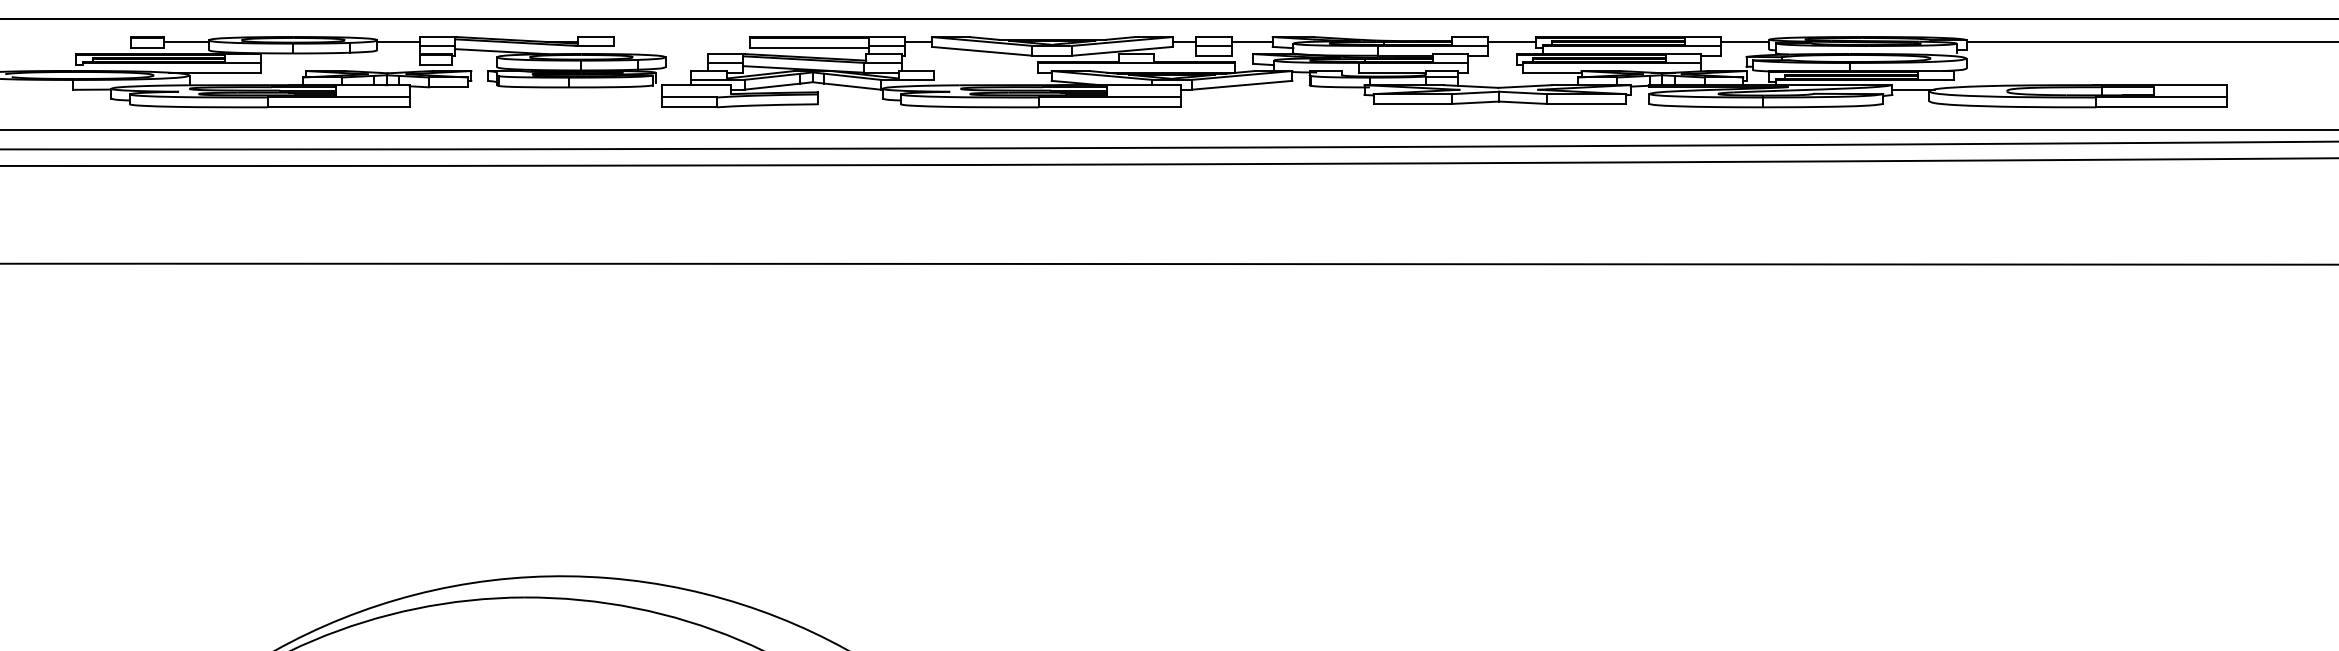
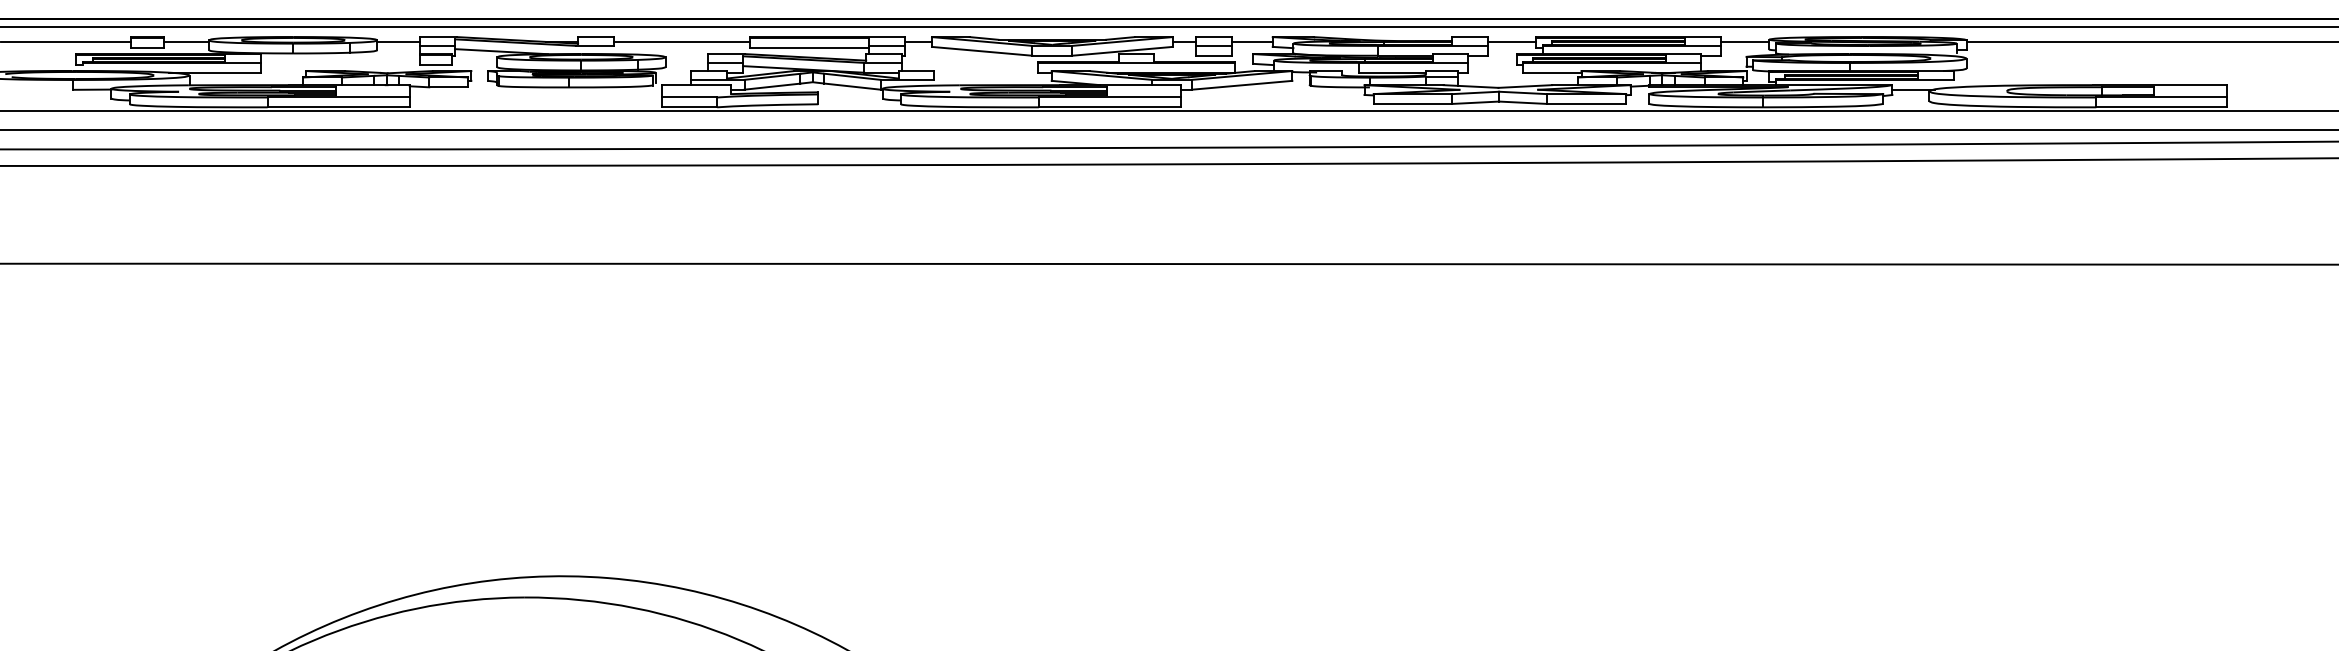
line at (1168, 27): none -> present
line at (66, 41): none -> present
line at (681, 41): none -> present
line at (1168, 110): none -> present
